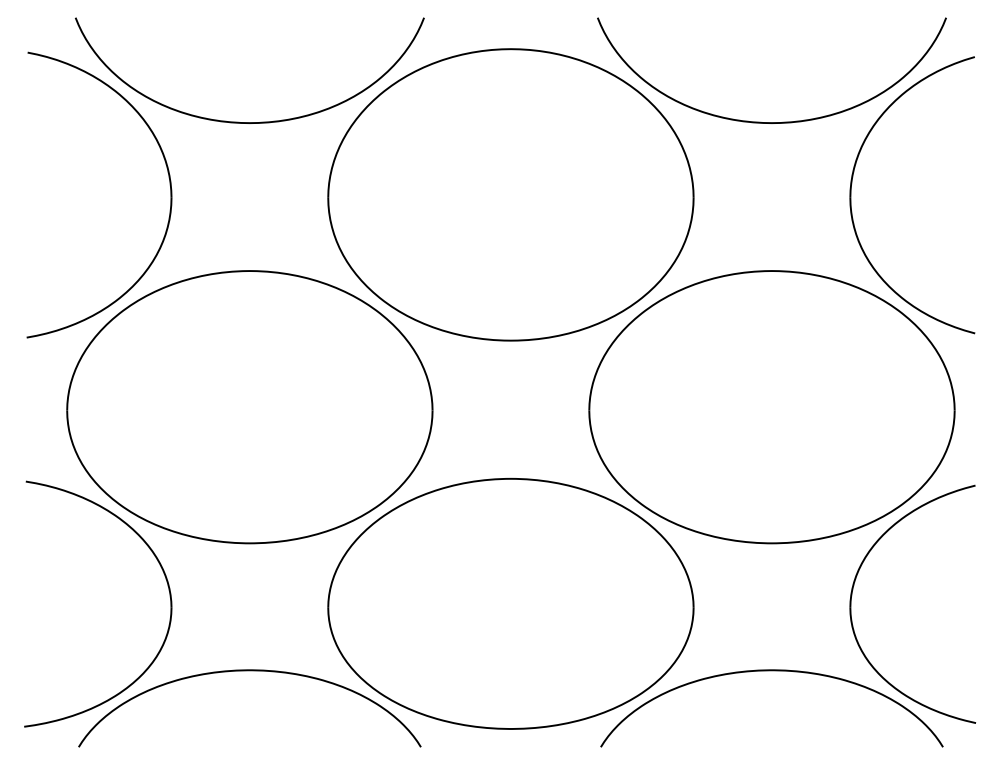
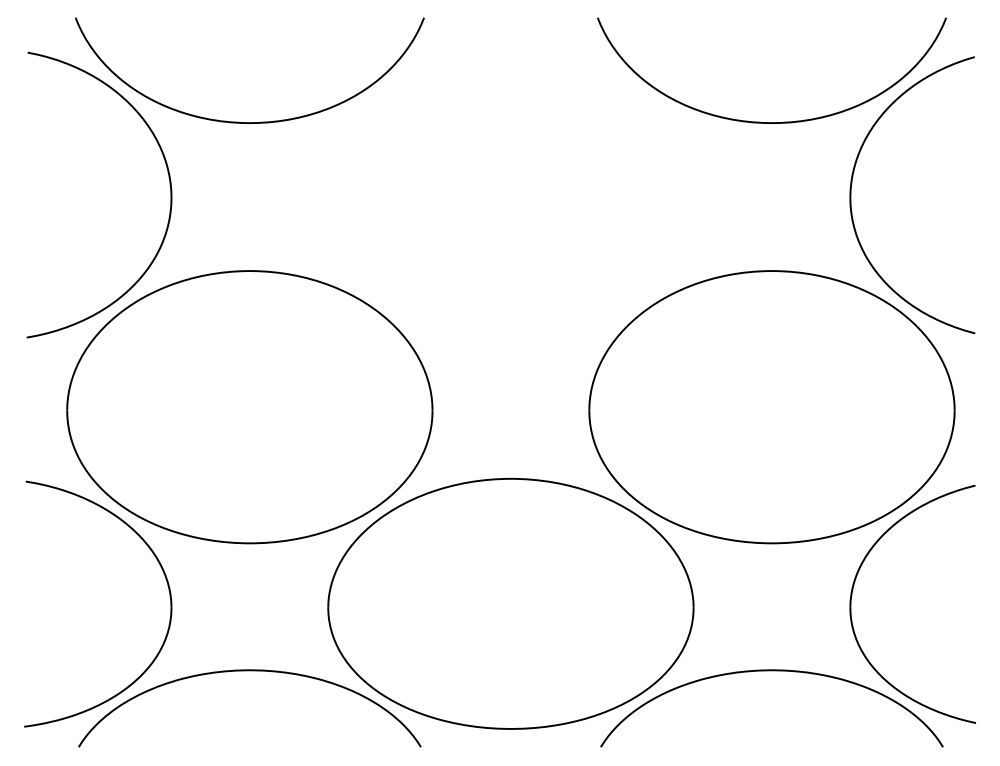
part at (510, 194): present -> none
